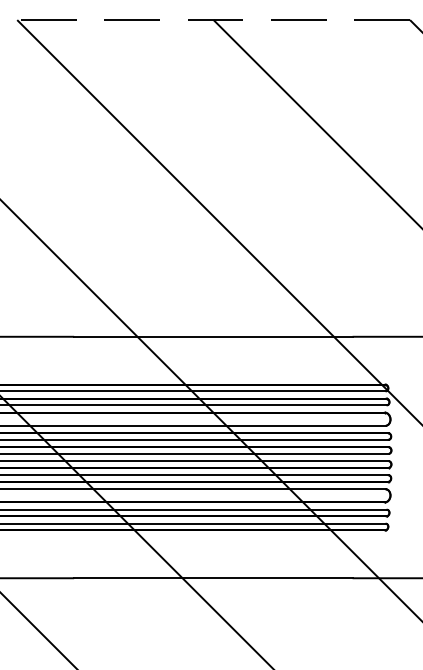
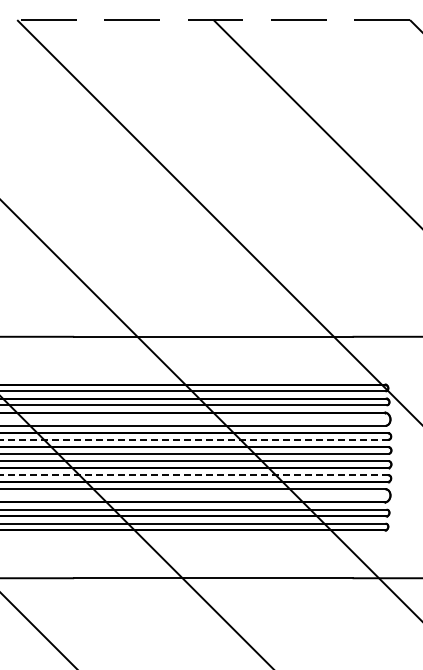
line at (194, 439): solid -> dashed
line at (194, 475): solid -> dashed
